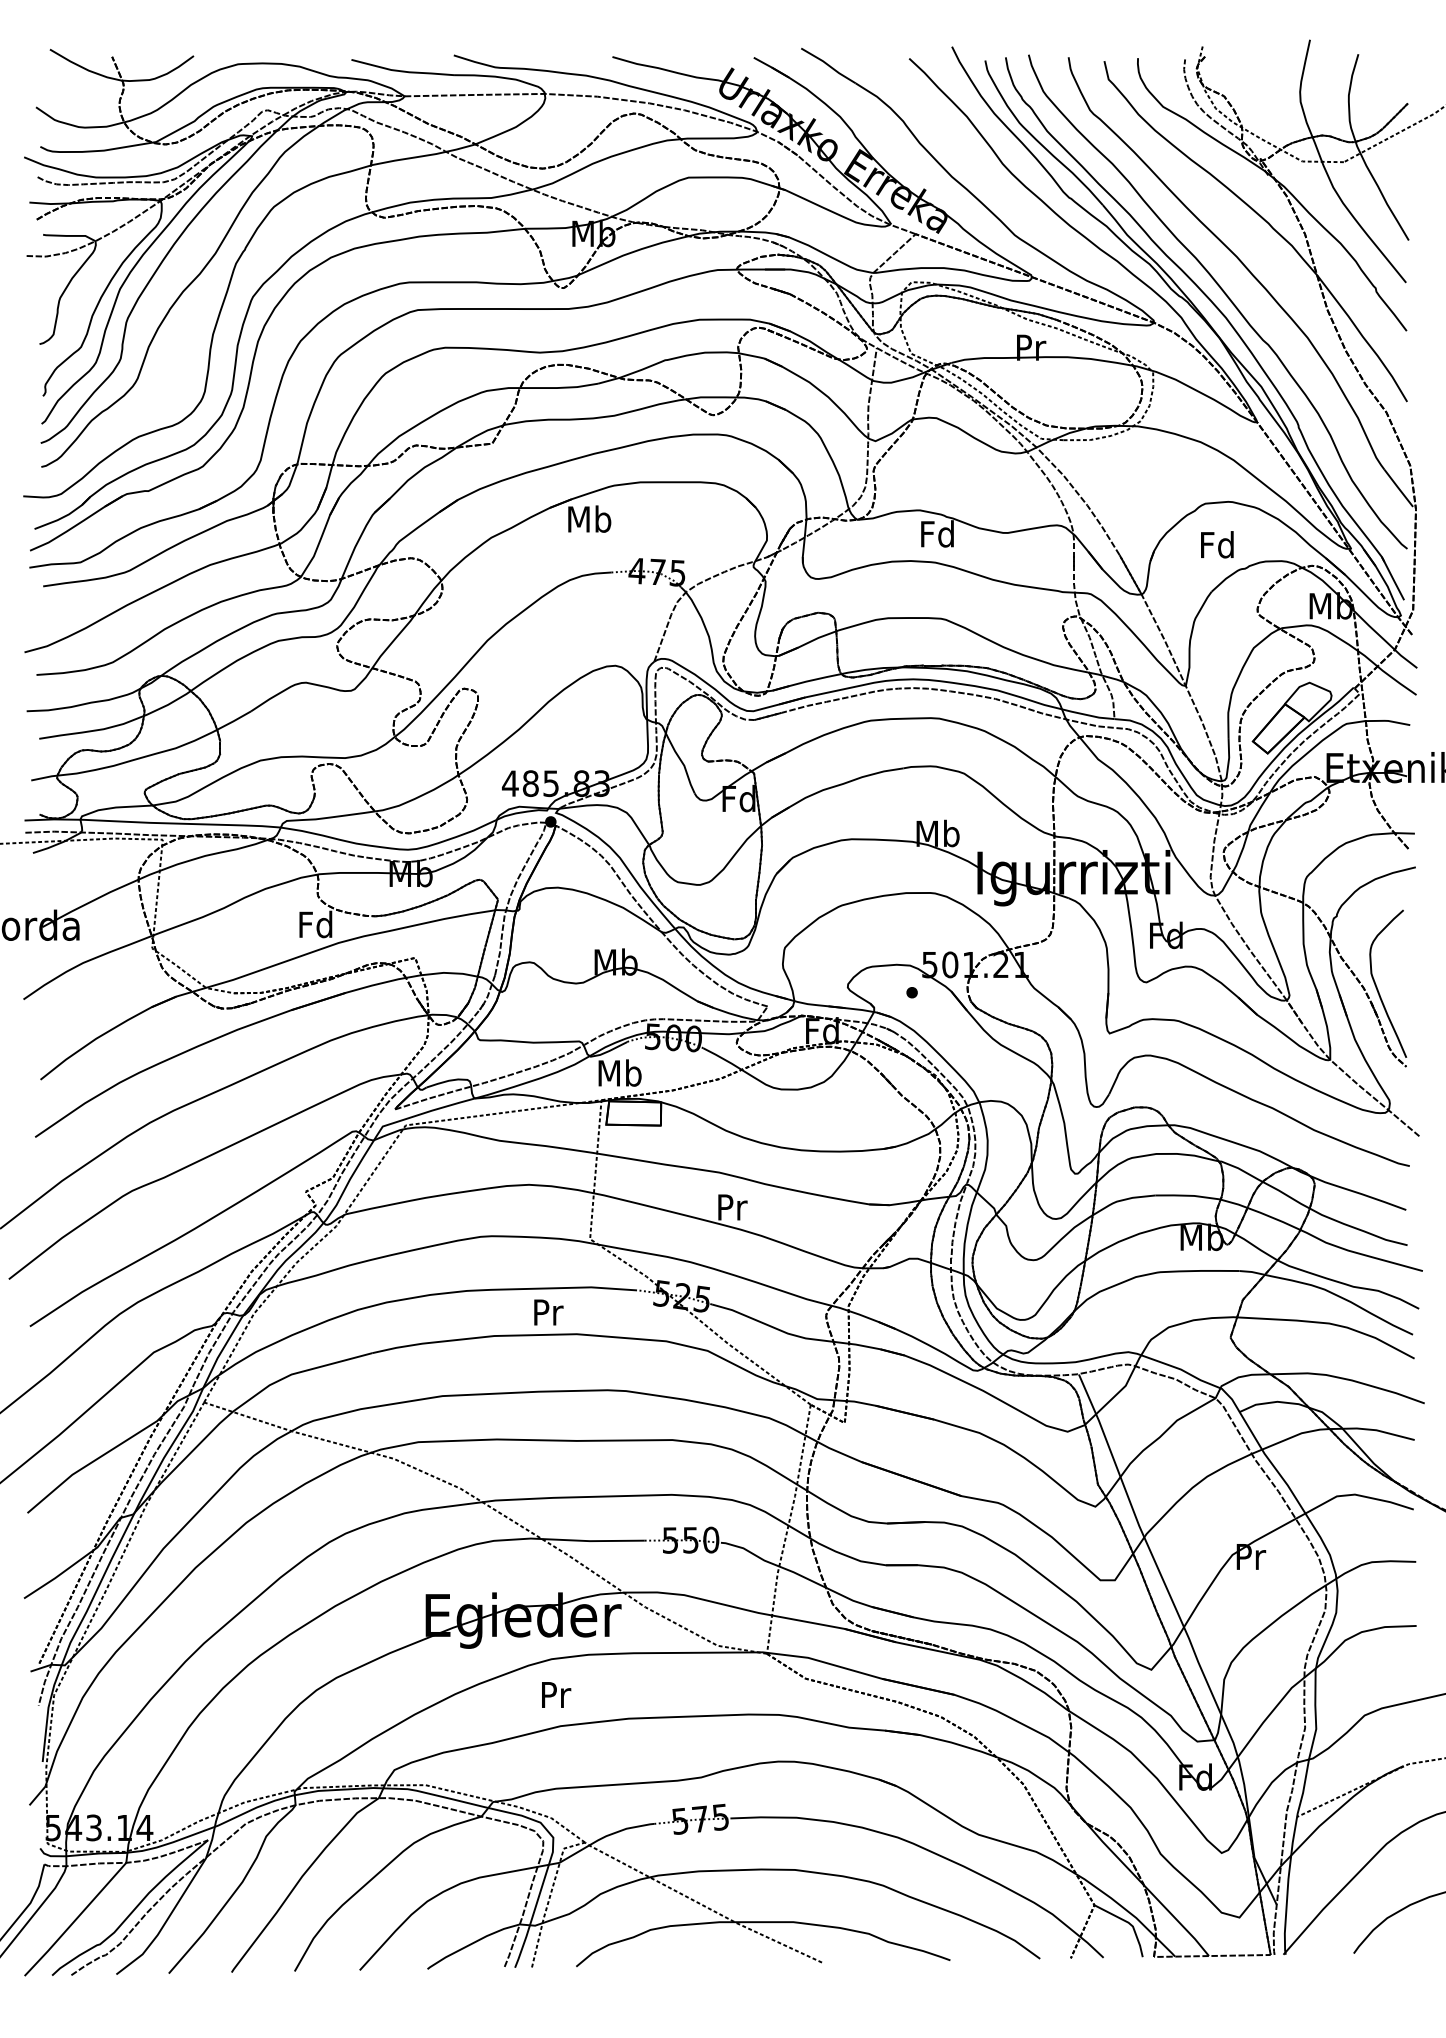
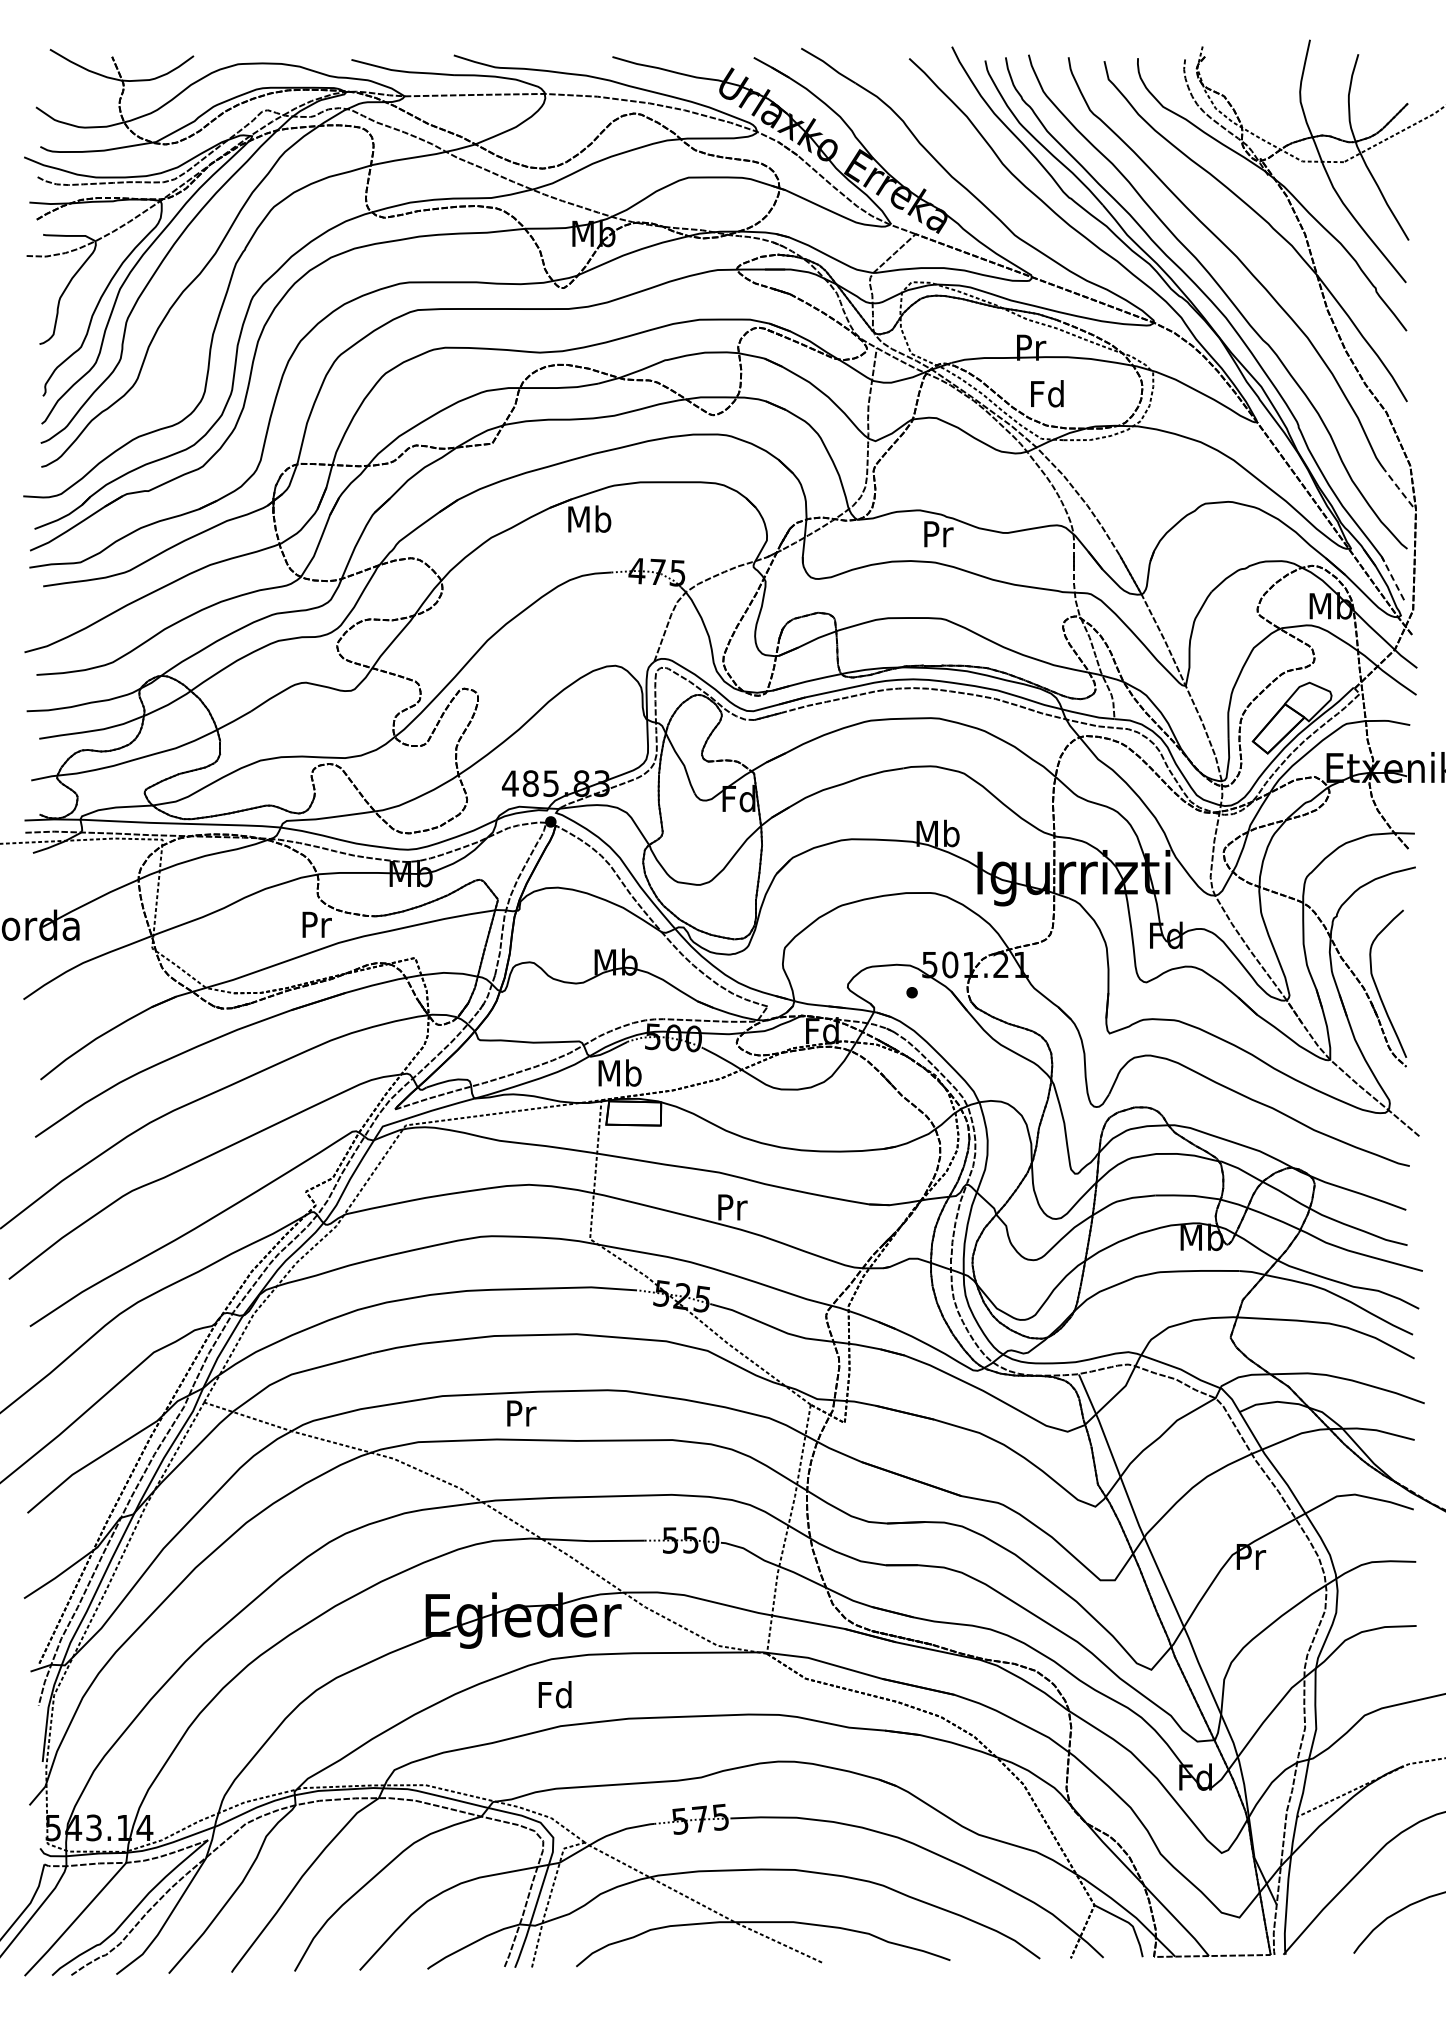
line at (1398, 488): solid -> dashed
text at (937, 533): Fd -> Pr
text at (1217, 544) position: (1217, 544) -> (1047, 393)
line at (1392, 578): solid -> dashed
text at (315, 924): Fd -> Pr
text at (548, 1312) position: (548, 1312) -> (521, 1413)
text at (554, 1694): Pr -> Fd
